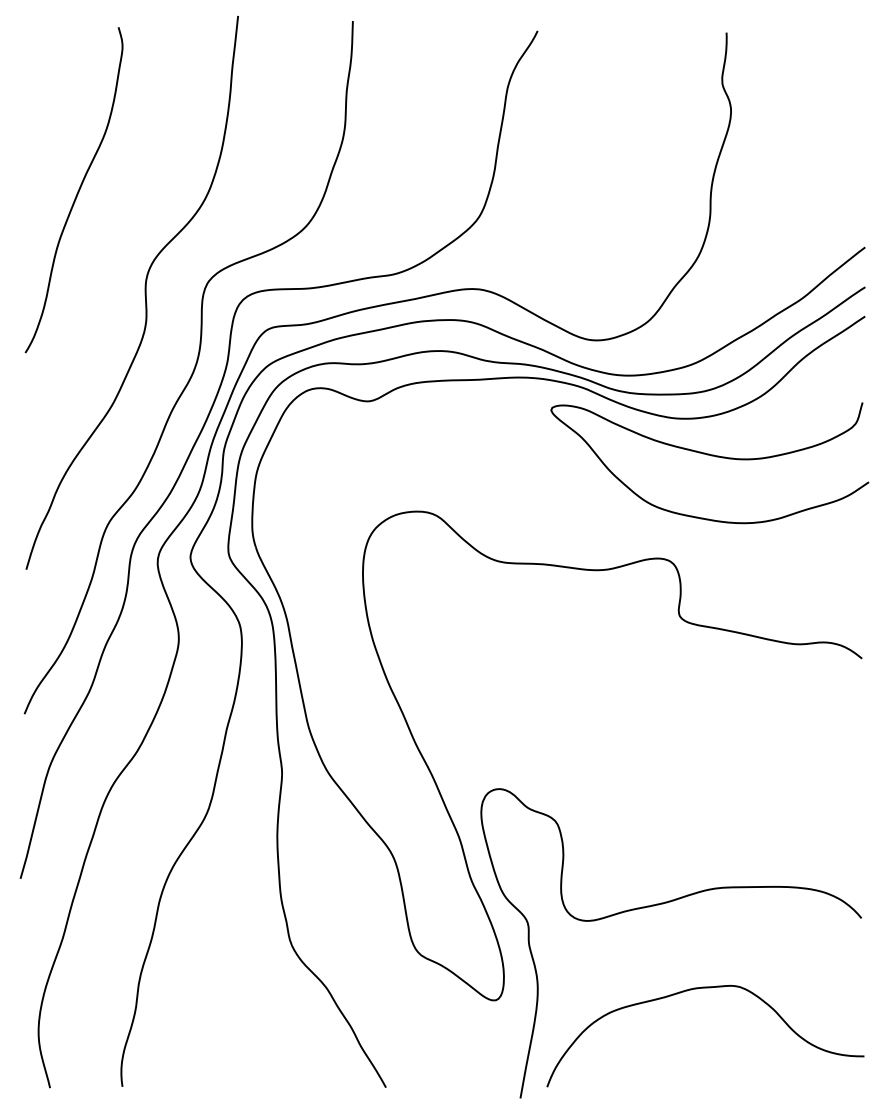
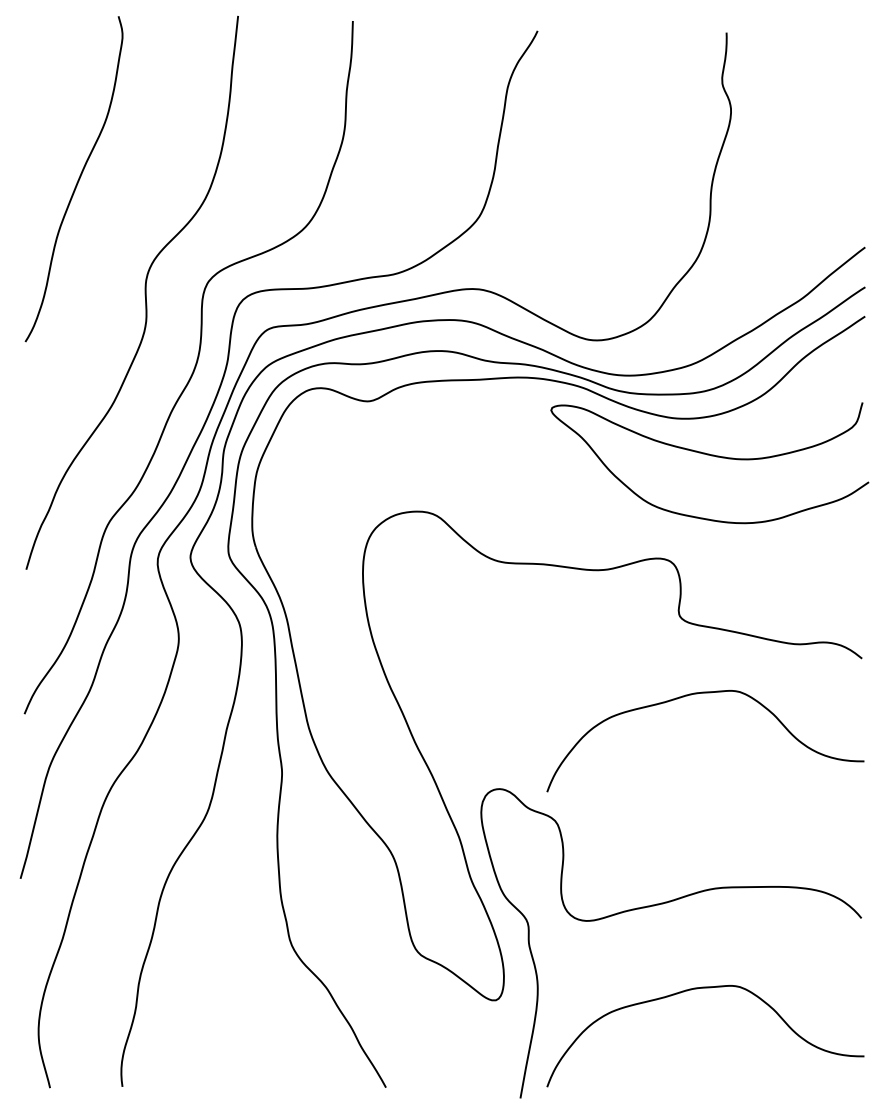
curve at (77, 191) position: (77, 191) -> (77, 180)
curve at (697, 694): none -> present
